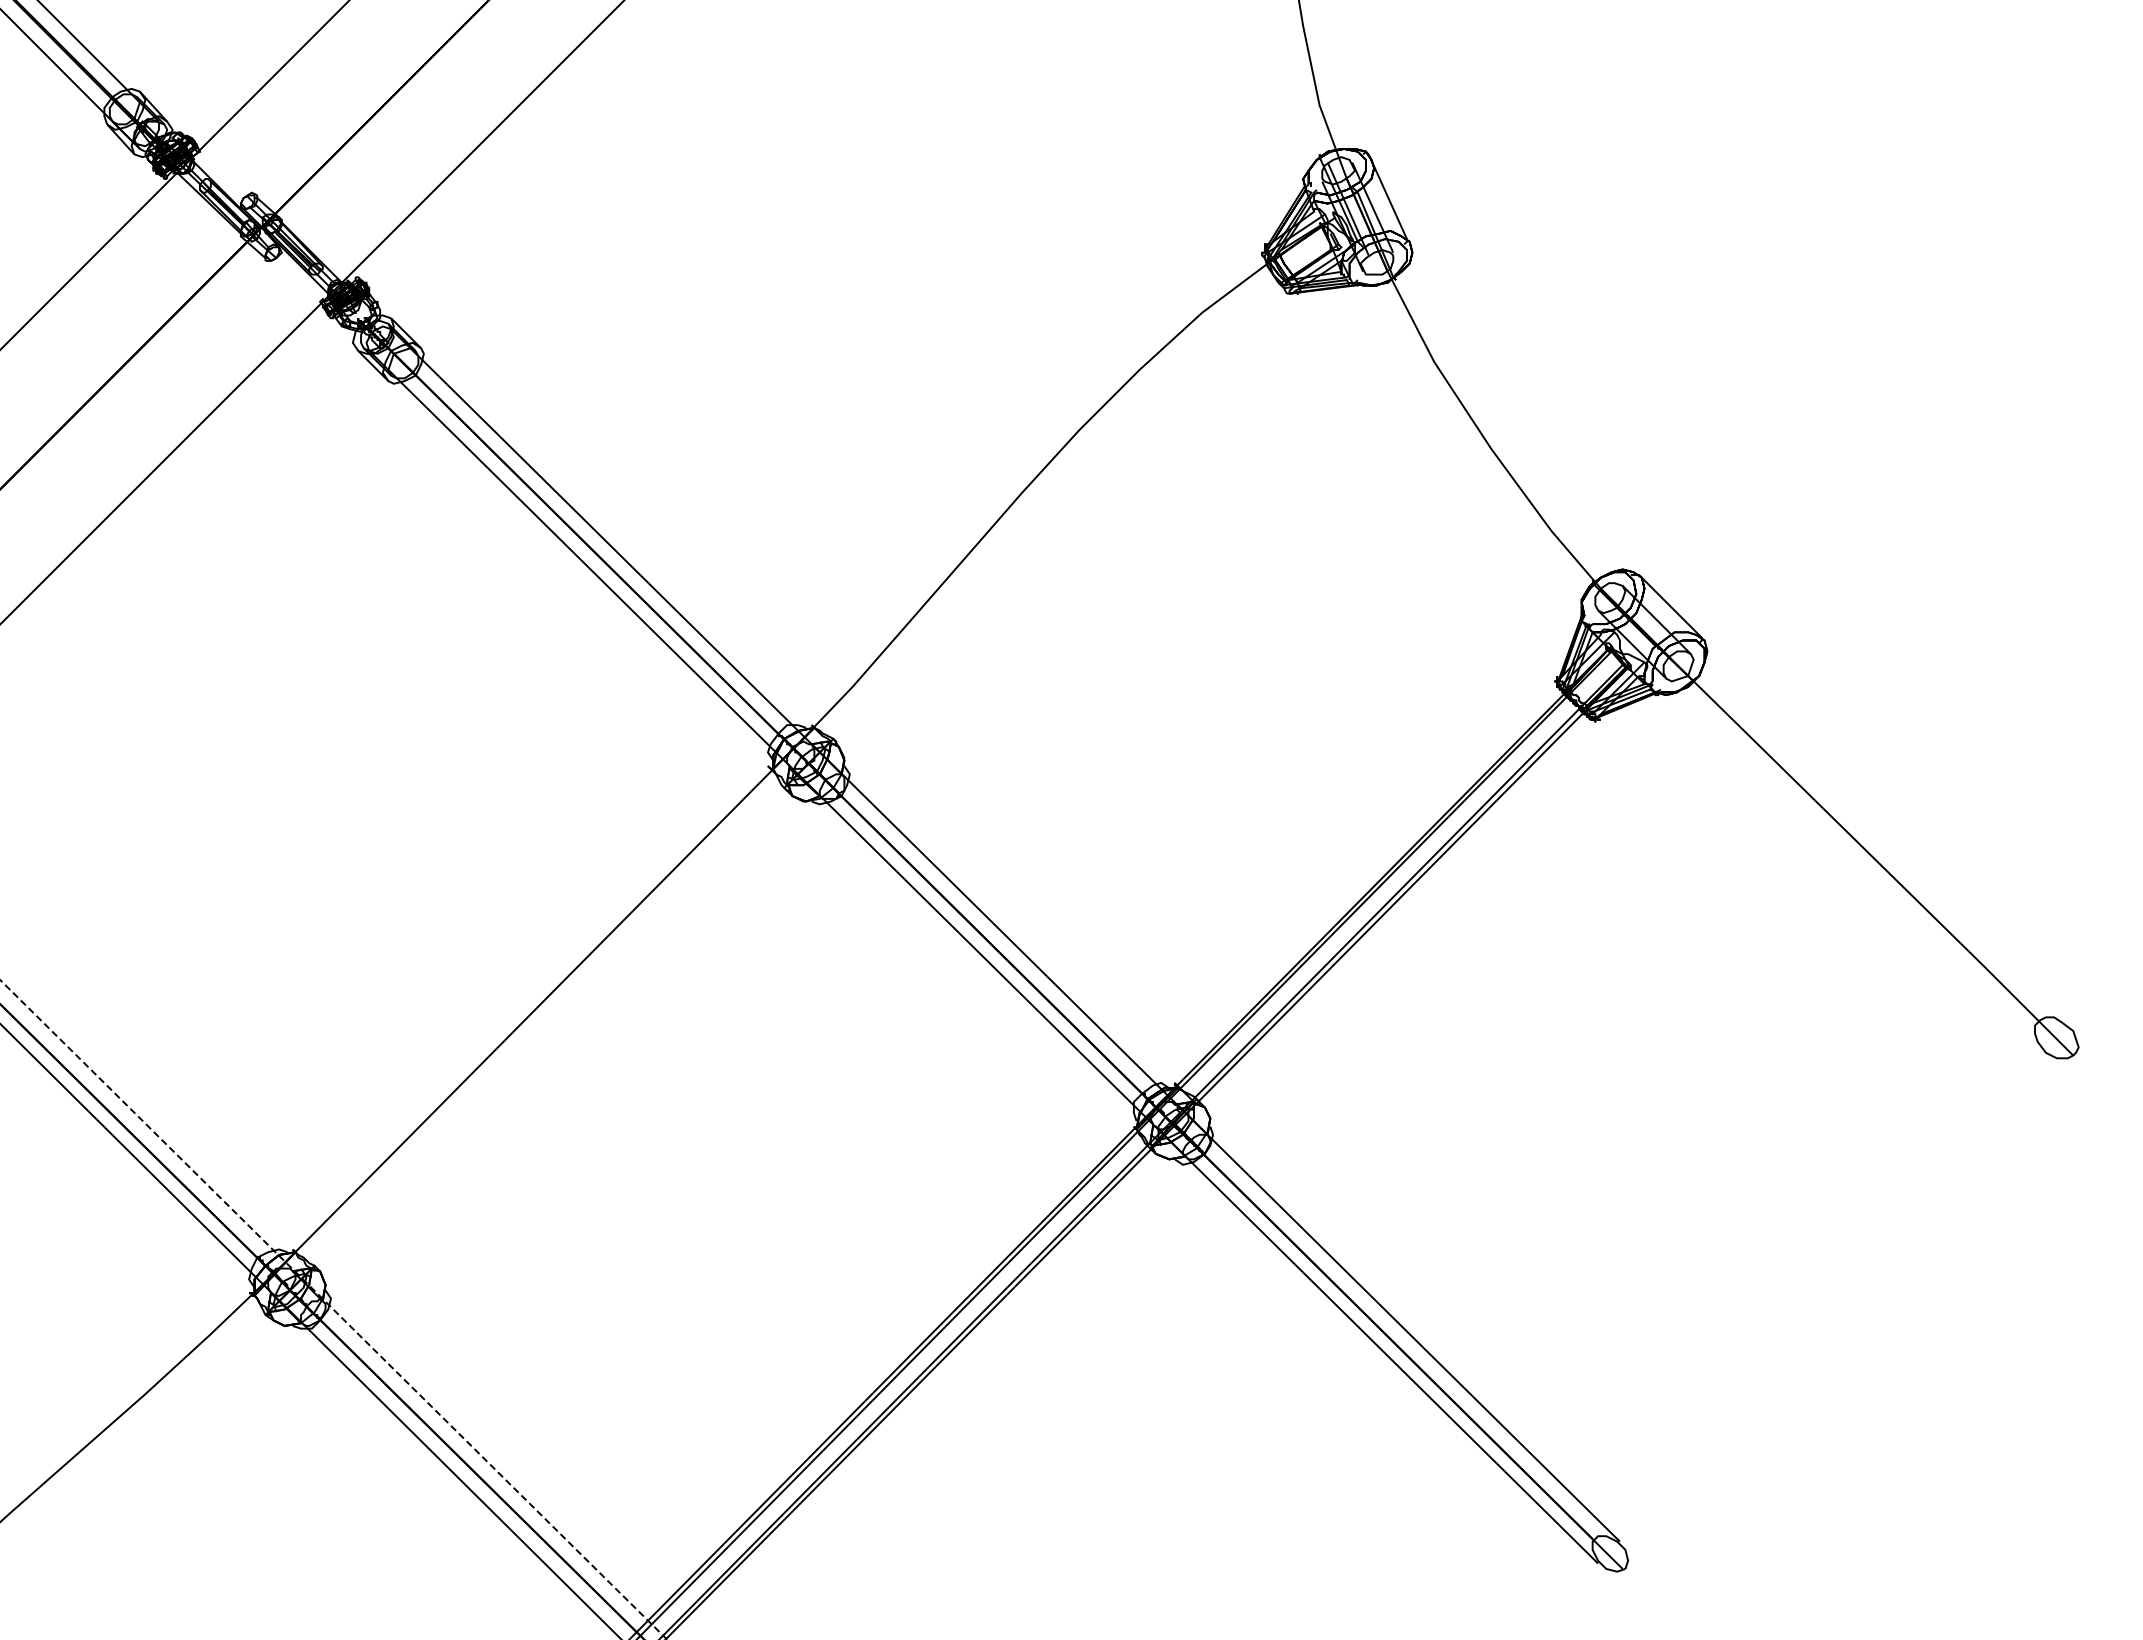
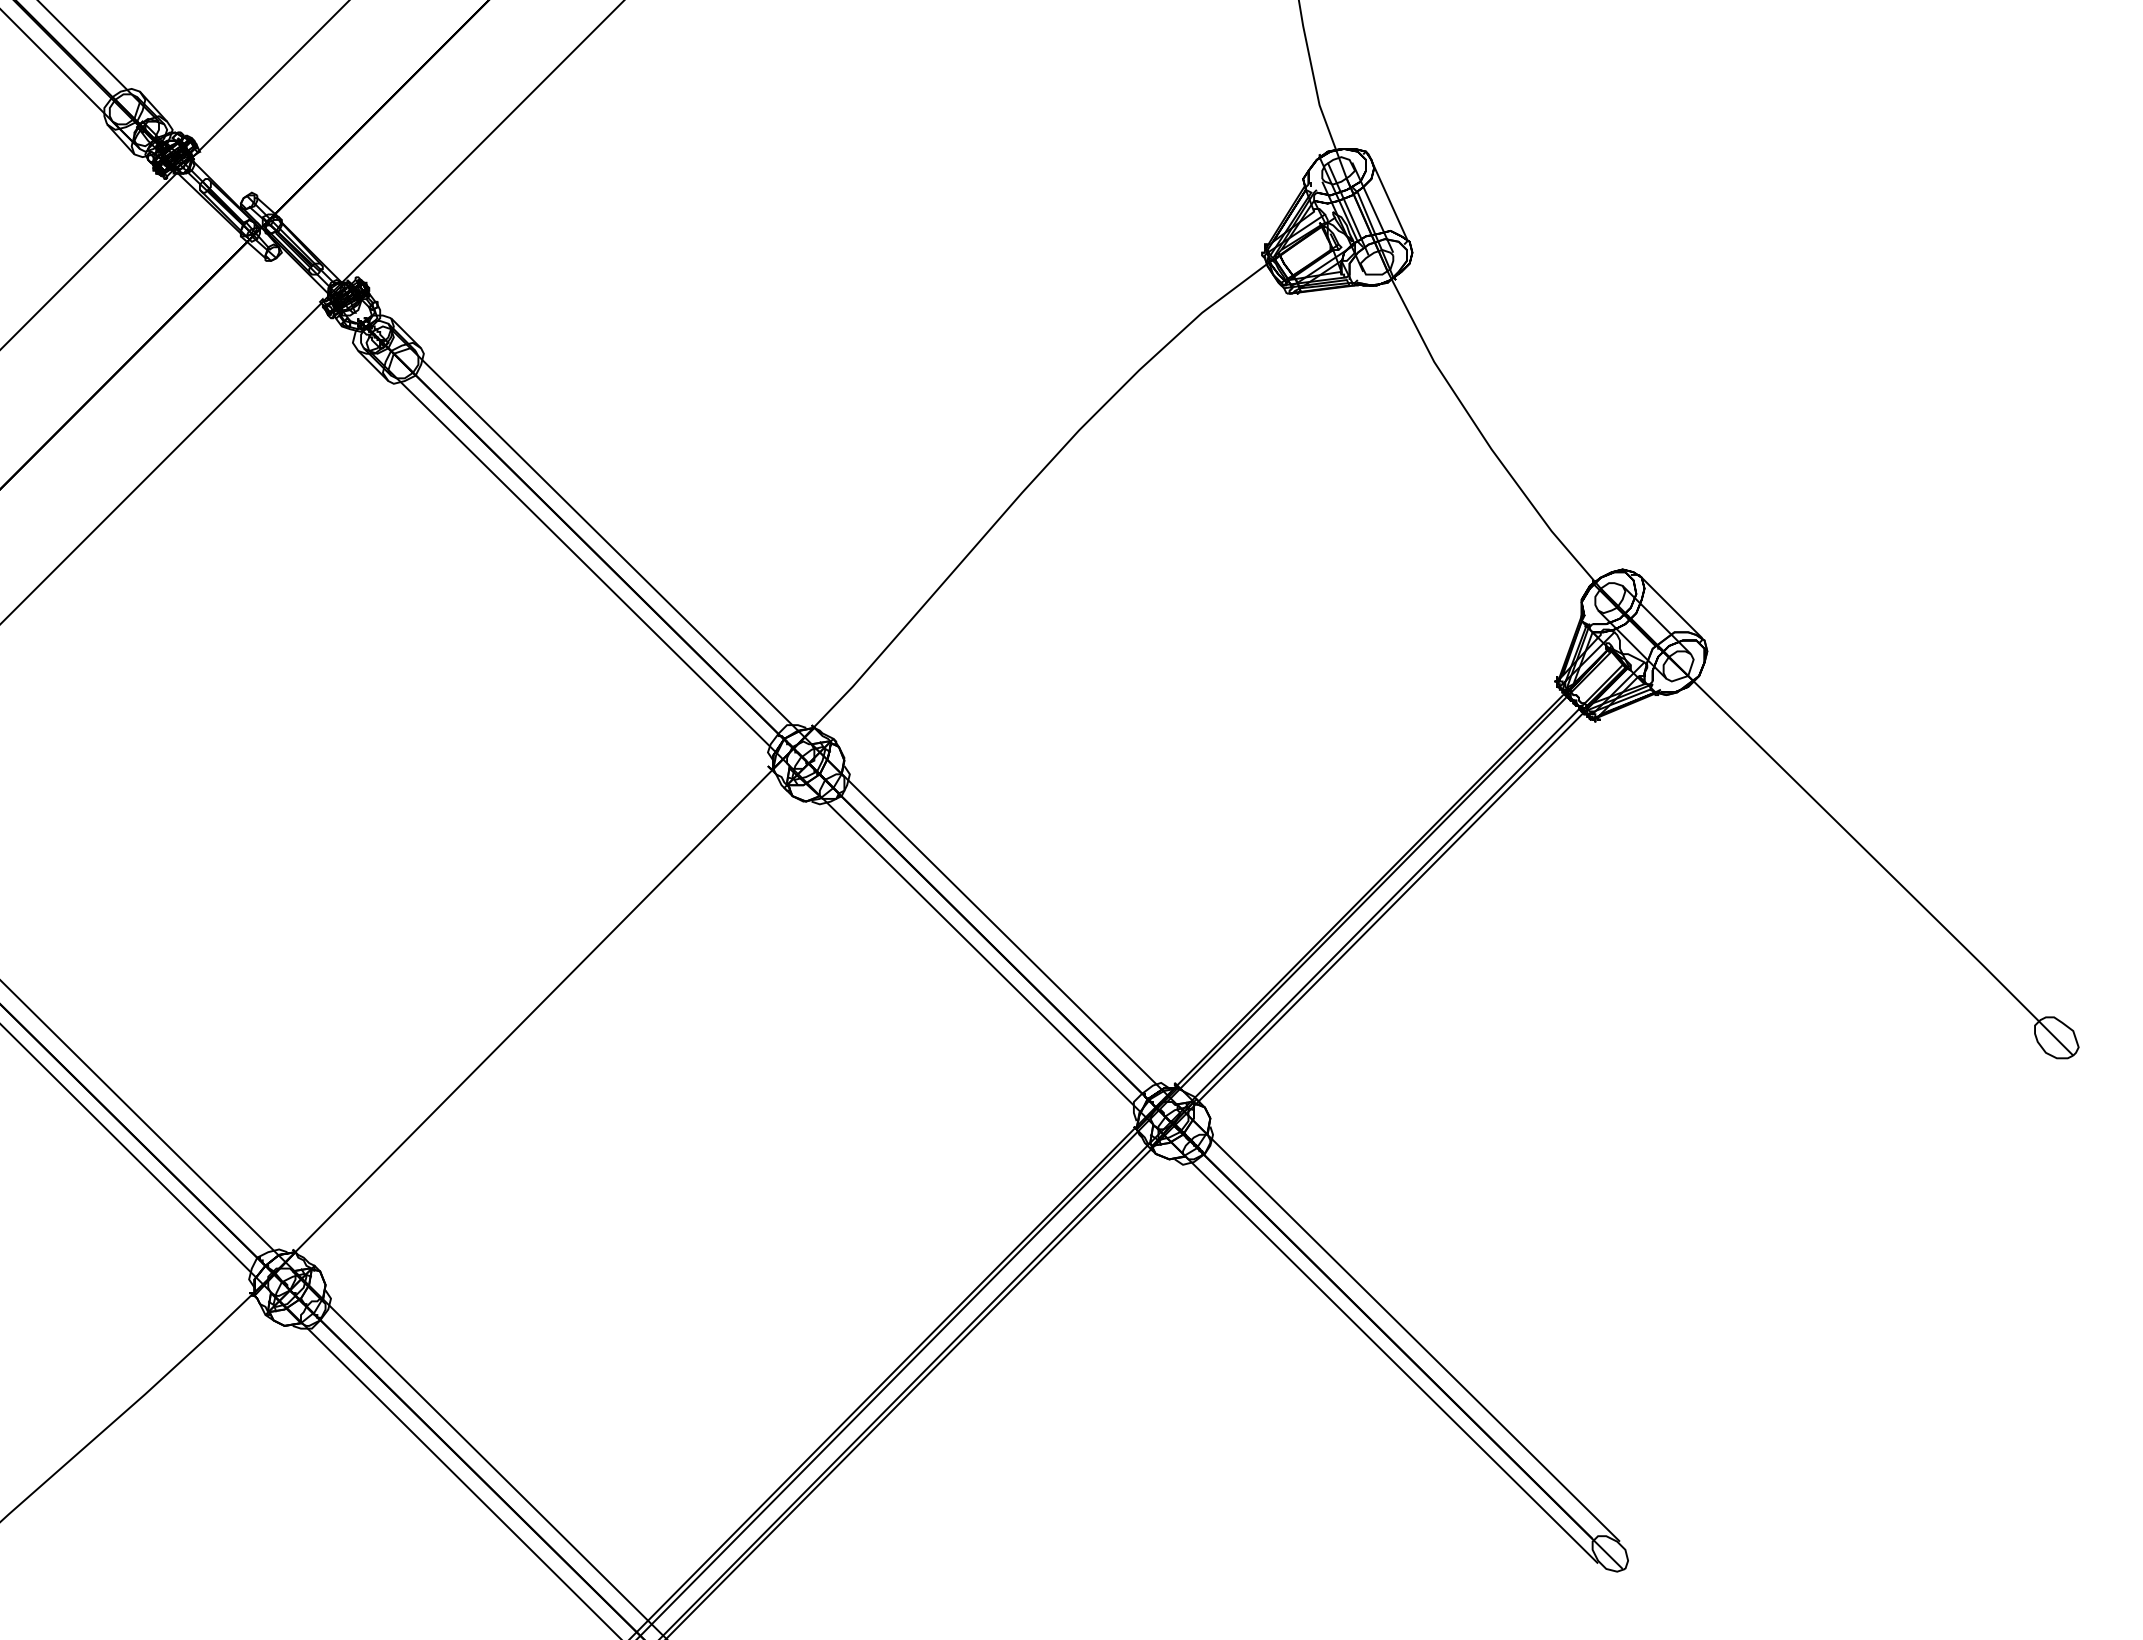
line at (333, 1309): dashed -> solid
